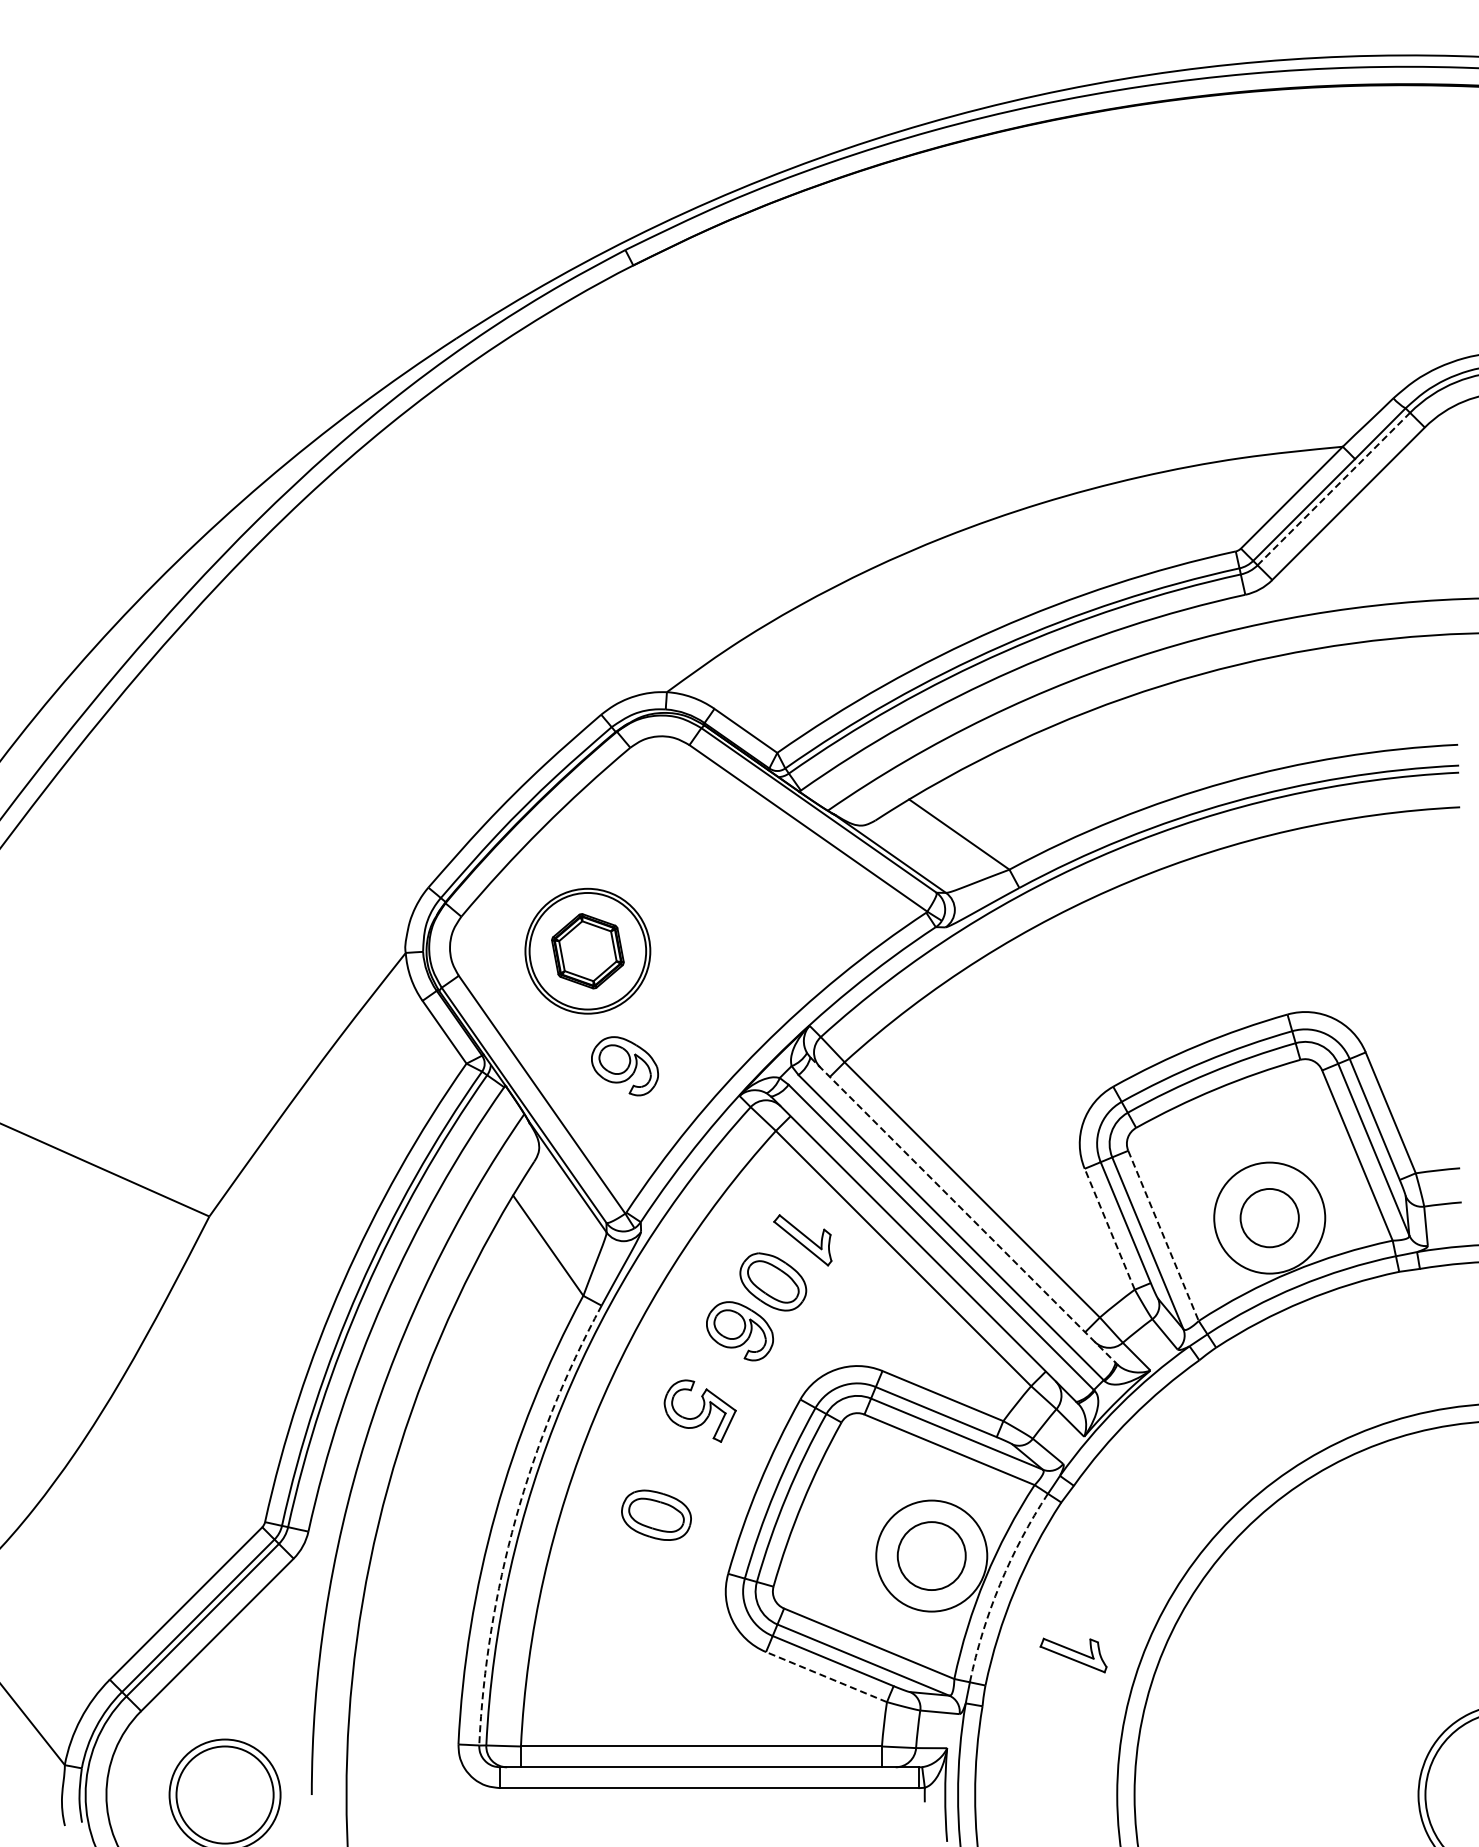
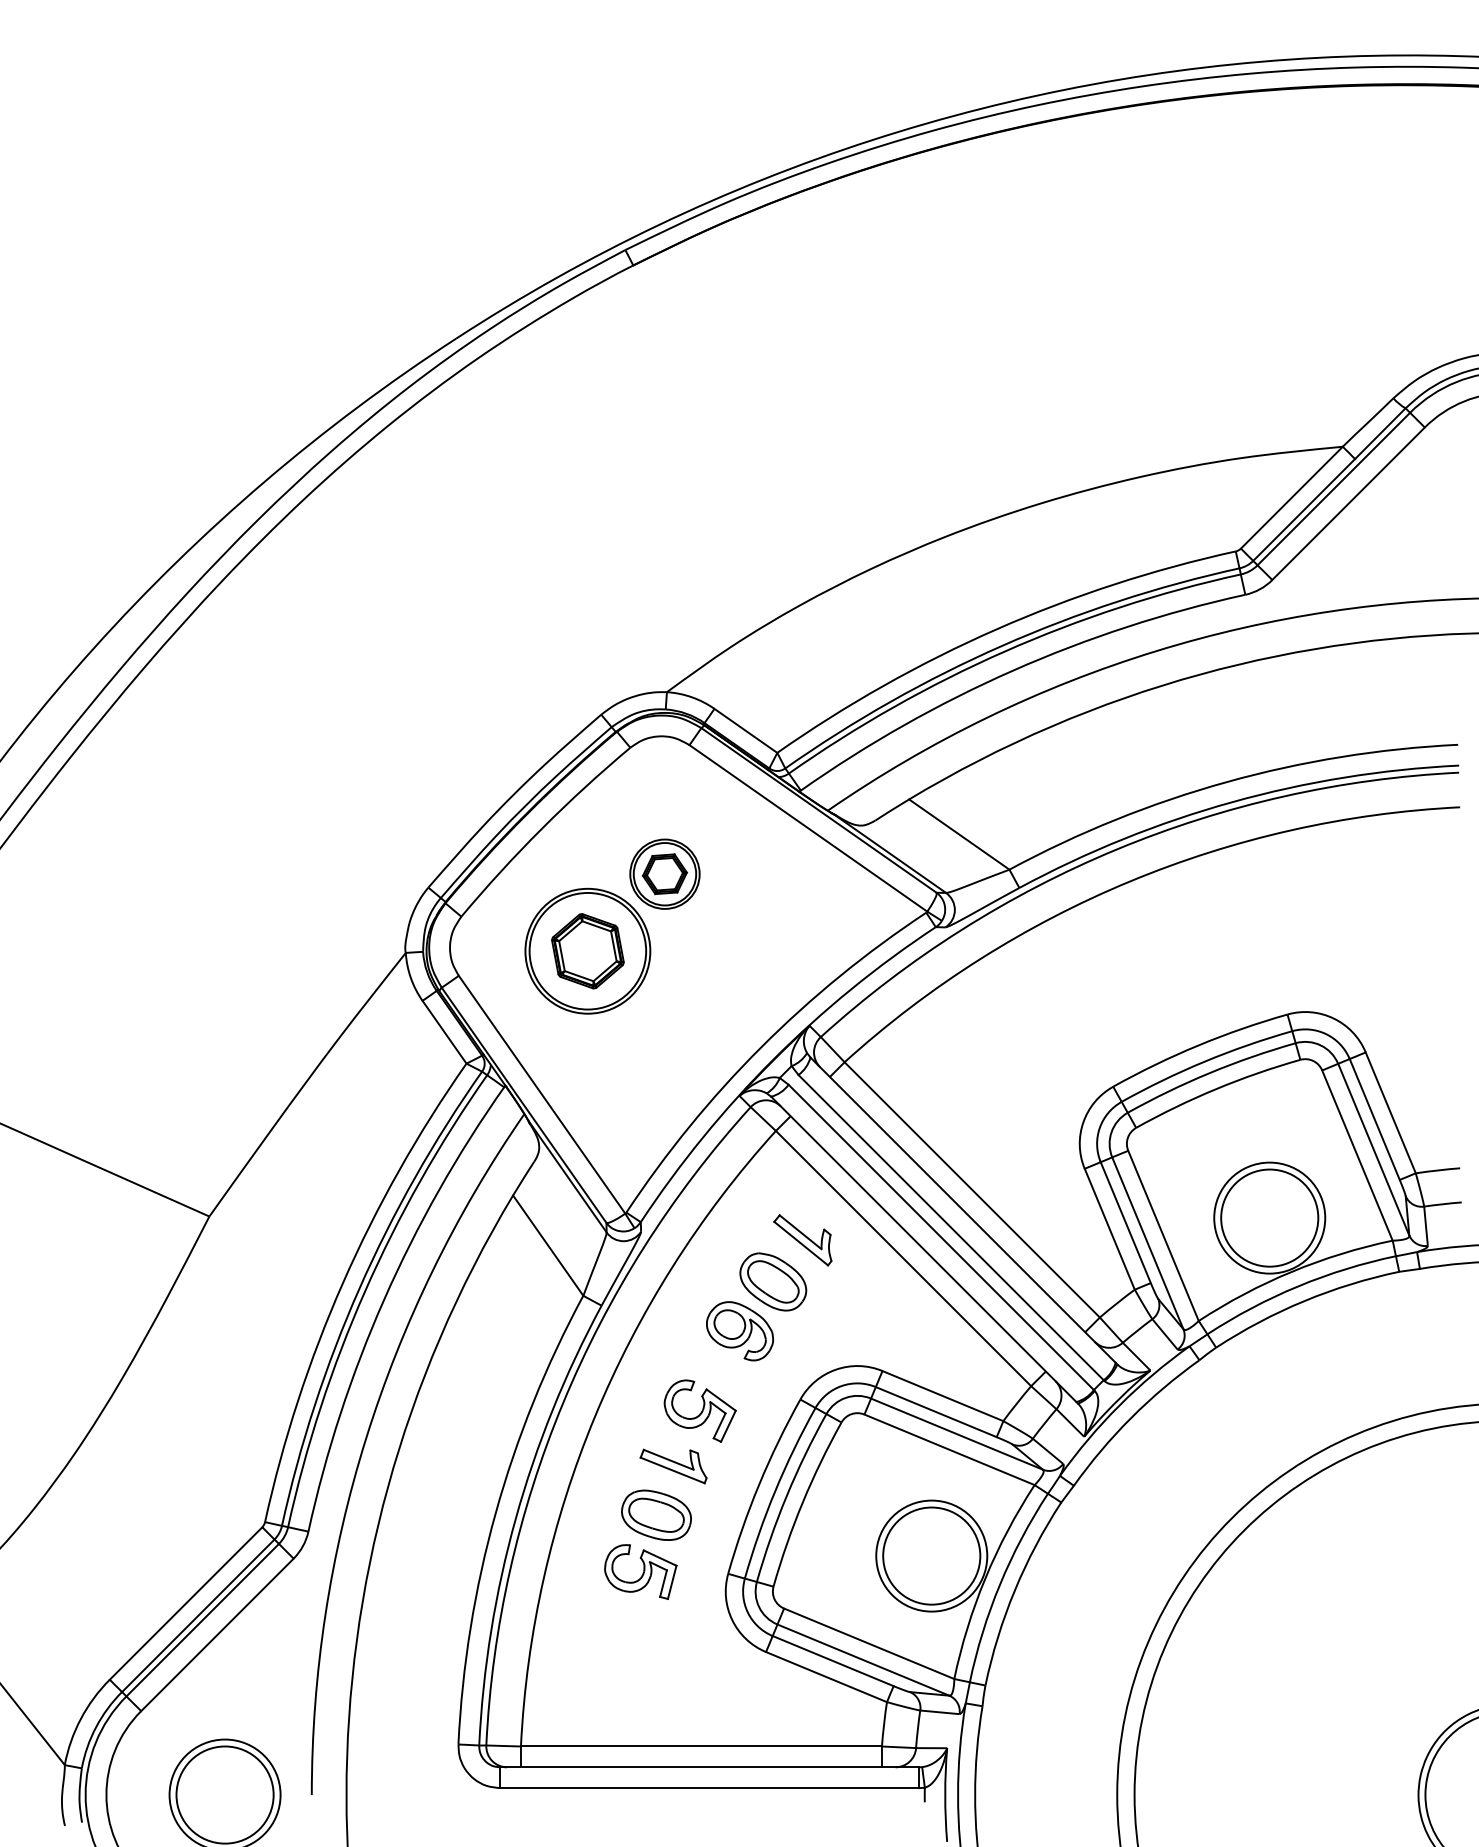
line at (1333, 489): dashed -> solid
part at (664, 873): none -> present
part at (624, 1066): present -> none
line at (963, 1210): dashed -> solid
circle at (1269, 1217) diameter: 58 px -> 97 px
line at (1109, 1228): dashed -> solid
line at (1163, 1236): dashed -> solid
arc at (515, 1518): dashed -> solid
circle at (931, 1556) diameter: 68 px -> 97 px
part at (640, 1571): none -> present
arc at (1000, 1584): dashed -> solid
part at (1073, 1655) position: (1073, 1655) -> (673, 1466)
line at (826, 1676): dashed -> solid
